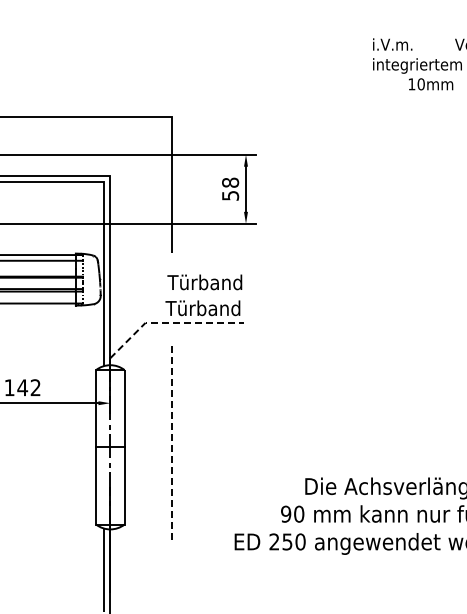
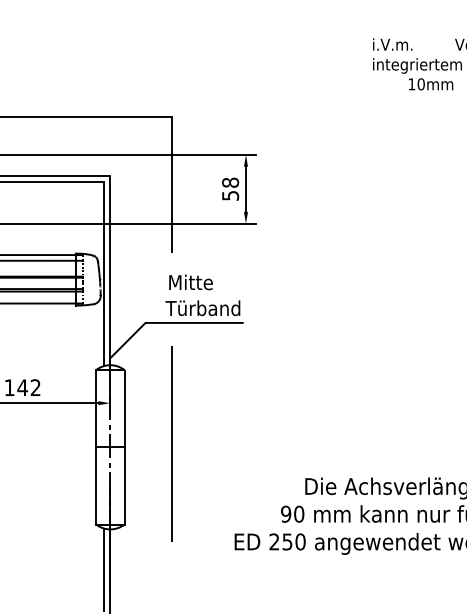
text at (204, 282): Türband -> Mitte
line at (169, 322): dashed -> solid
line at (172, 444): dashed -> solid
